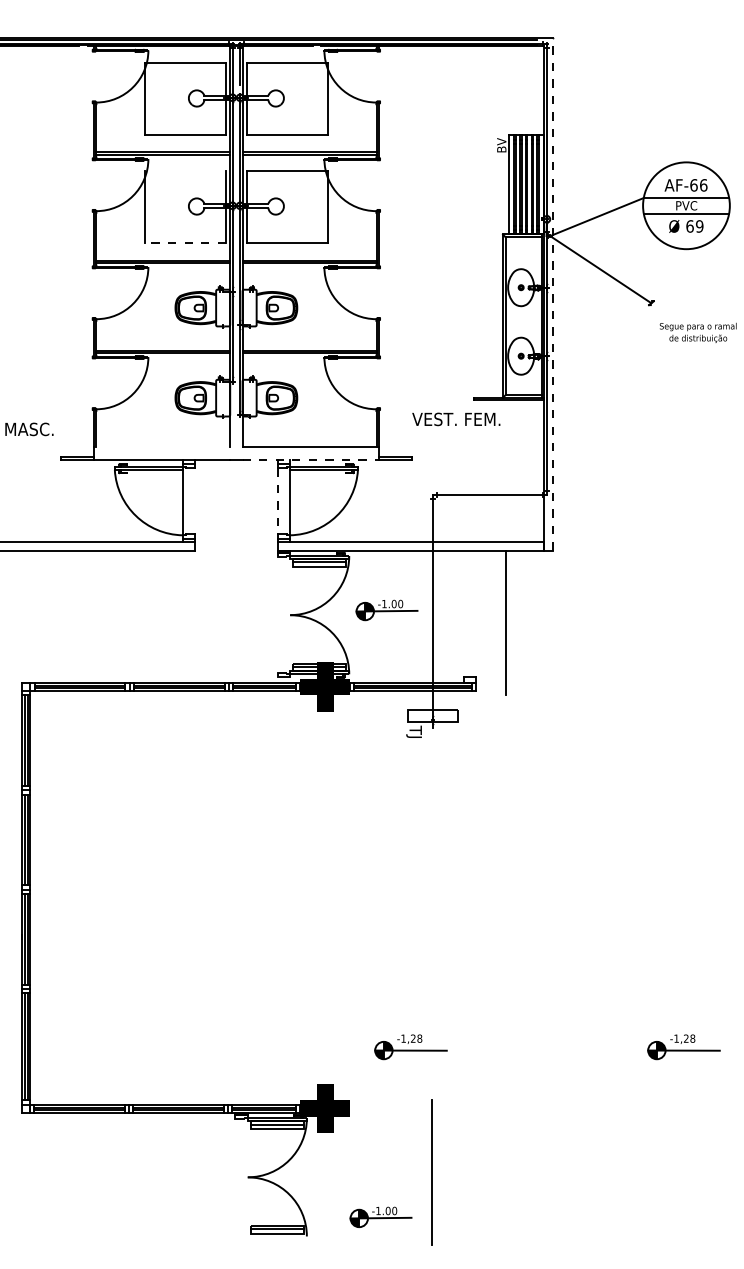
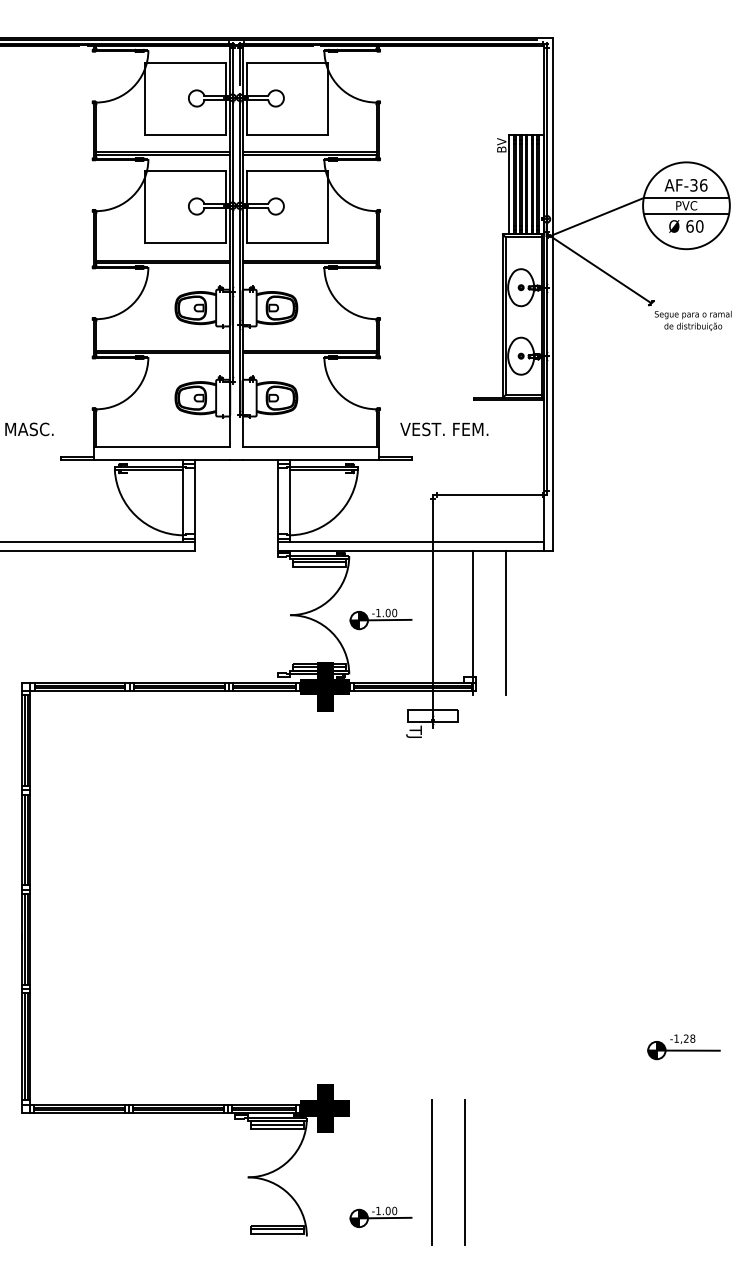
line at (184, 170): none -> present
text at (693, 185): AF-66 -> AF-36
text at (699, 226): 69 -> 60
line at (185, 243): dashed -> solid
line at (552, 293): dashed -> solid
text at (697, 332) position: (697, 332) -> (692, 320)
text at (456, 419) position: (456, 419) -> (444, 429)
line at (161, 447): none -> present
line at (311, 459): dashed -> solid
line at (195, 501): none -> present
line at (277, 501): dashed -> solid
part at (386, 610) position: (386, 610) -> (380, 619)
line at (473, 622): none -> present
part at (410, 1047): present -> none
line at (465, 1172): none -> present
